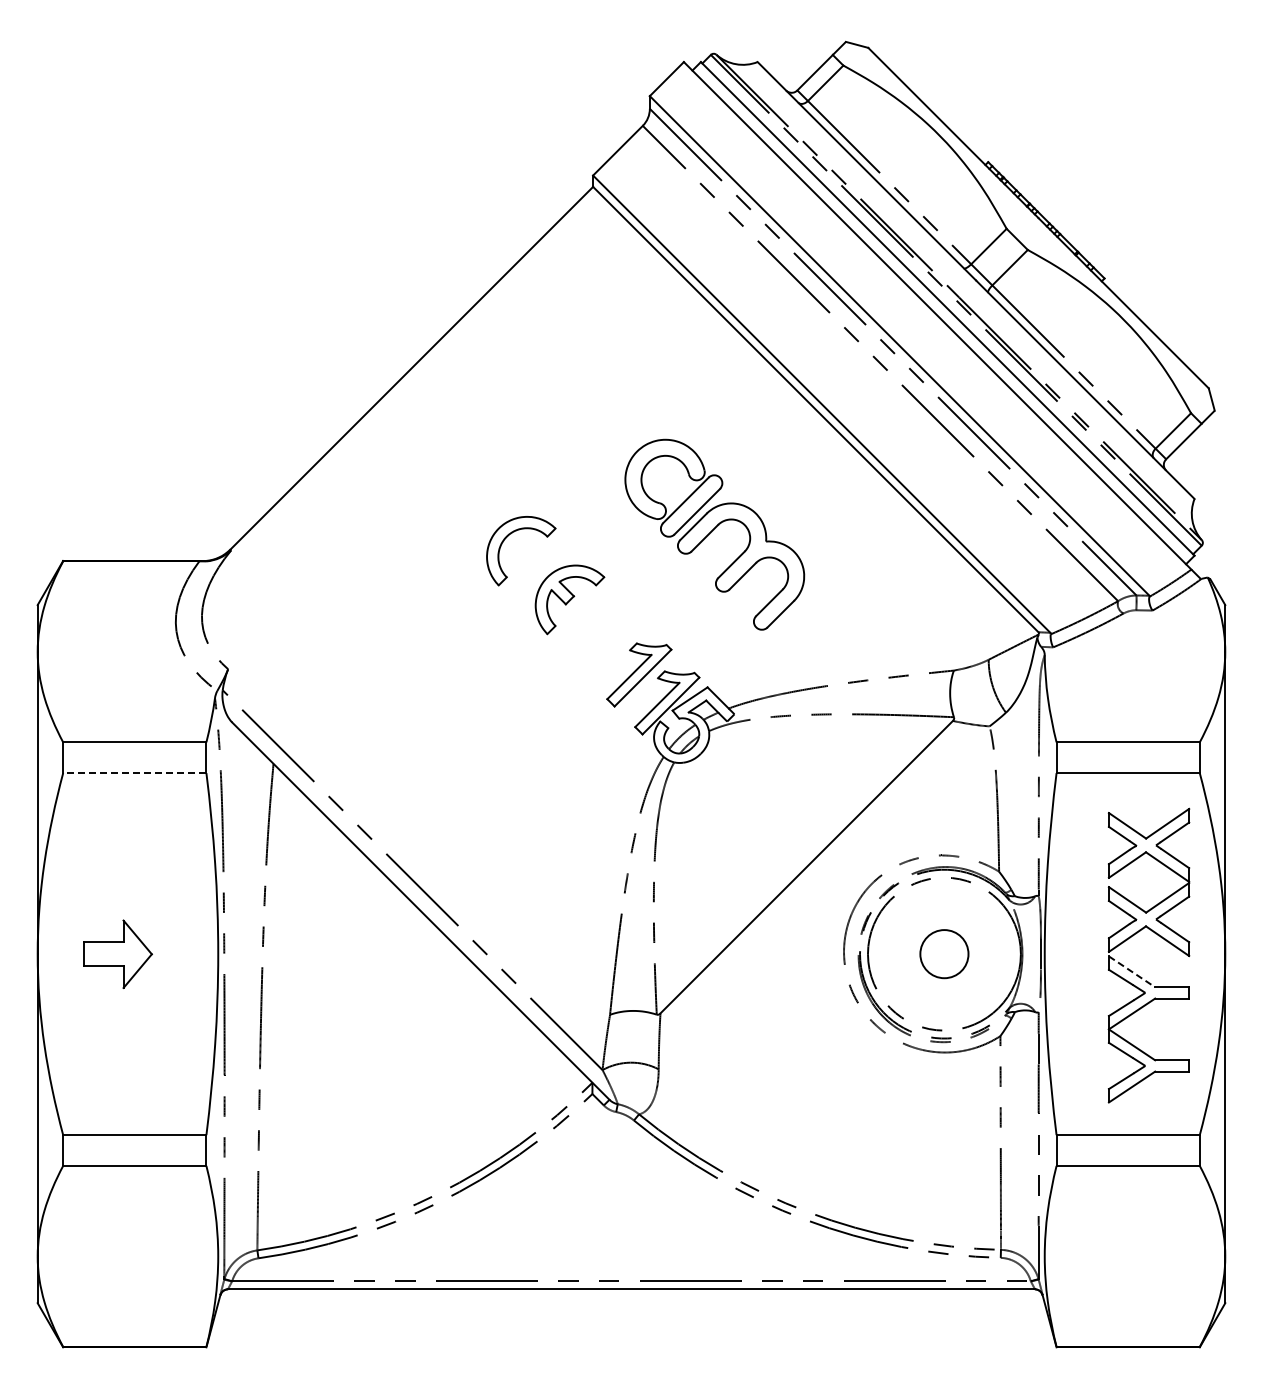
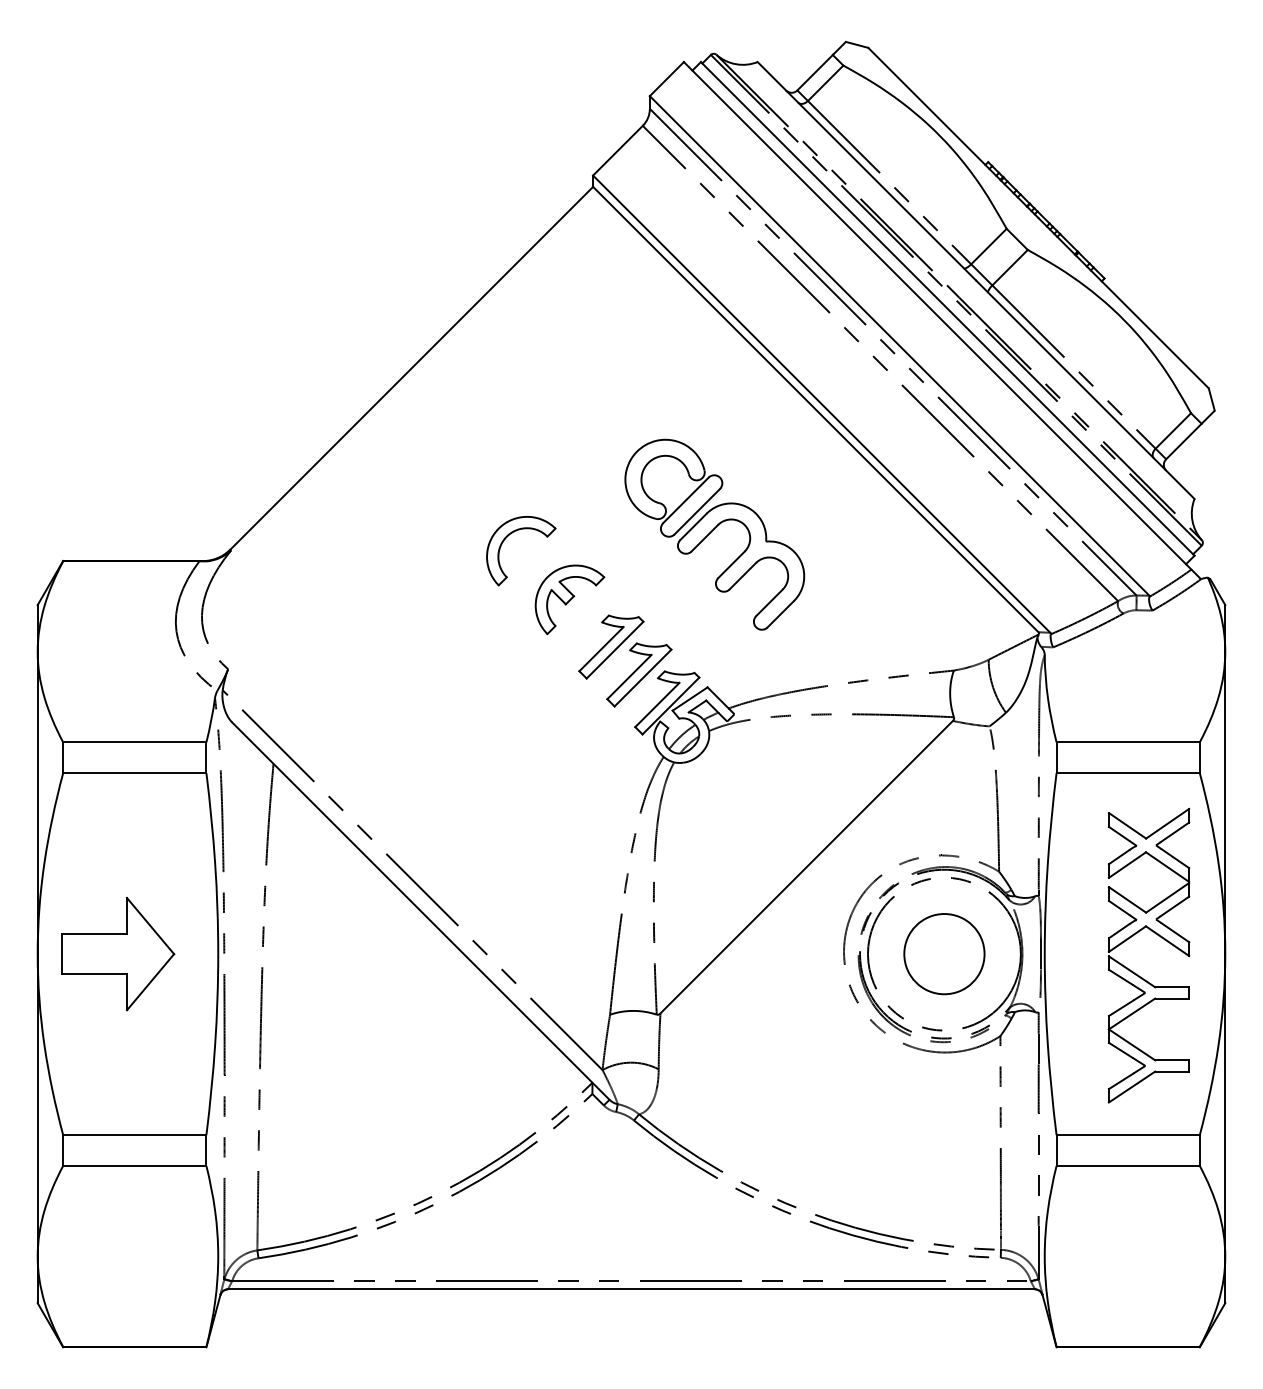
part at (611, 646): none -> present
line at (134, 773): dashed -> solid
part at (117, 953) size: 70x70 px -> 115x115 px
circle at (944, 954) diameter: 48 px -> 80 px
line at (1132, 971): dashed -> solid
